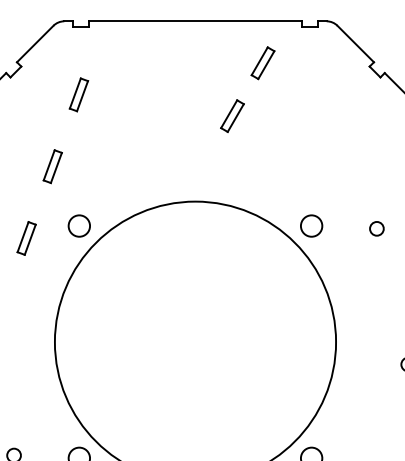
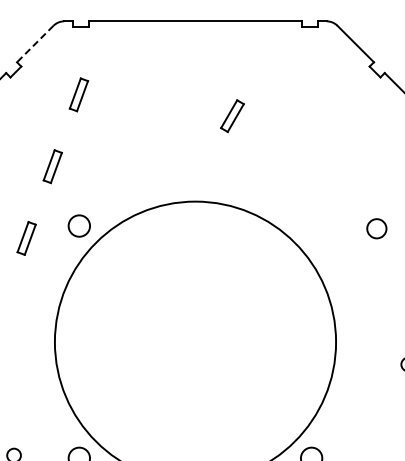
line at (35, 44): solid -> dashed
part at (262, 63): present -> none
circle at (311, 225): present -> none
circle at (376, 228) size: 16x16 px -> 22x22 px
